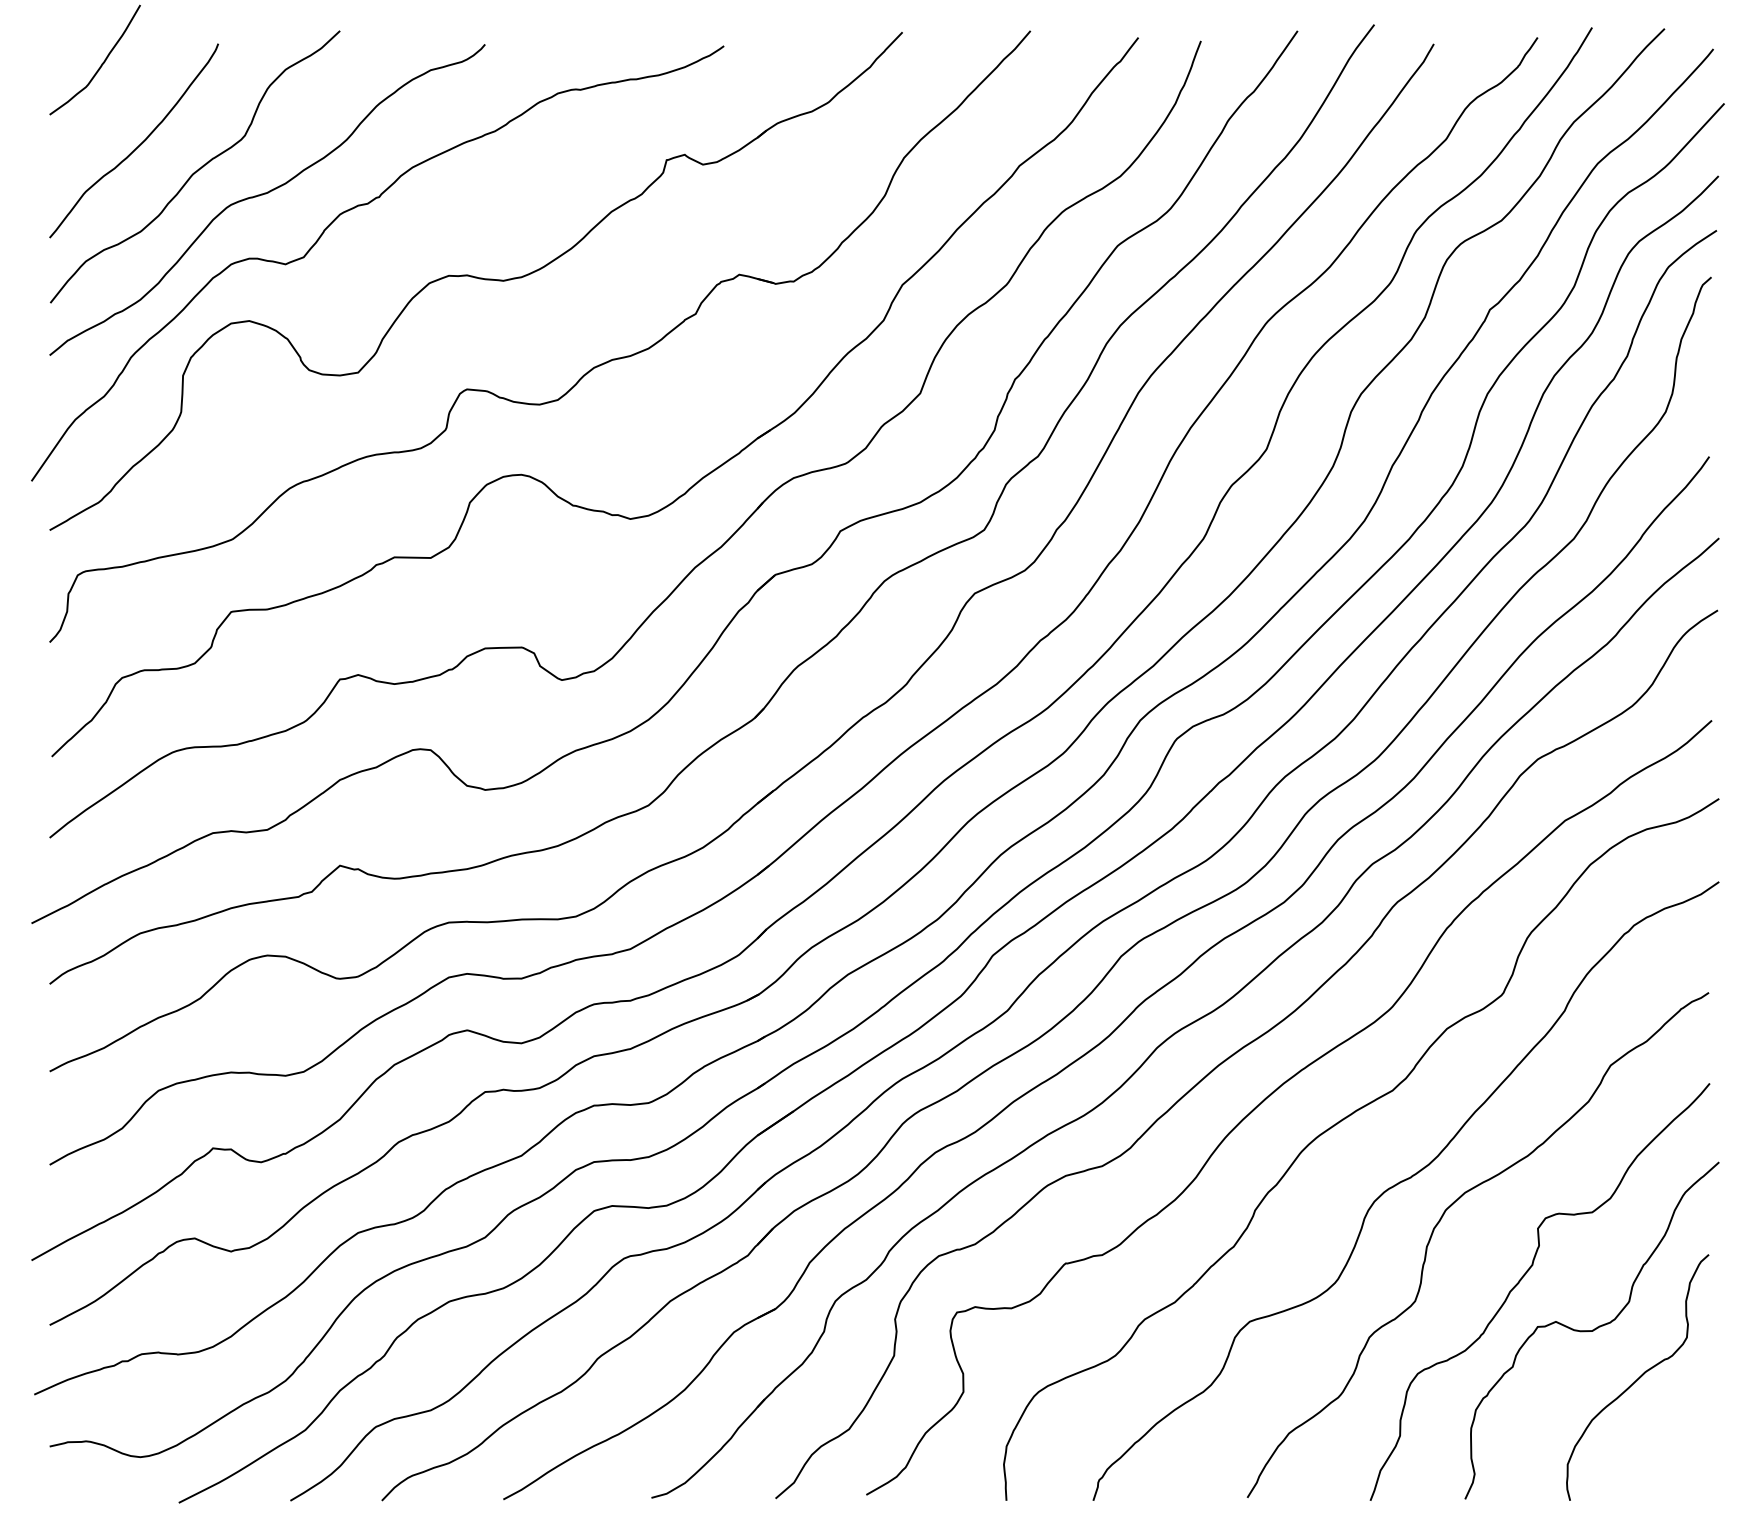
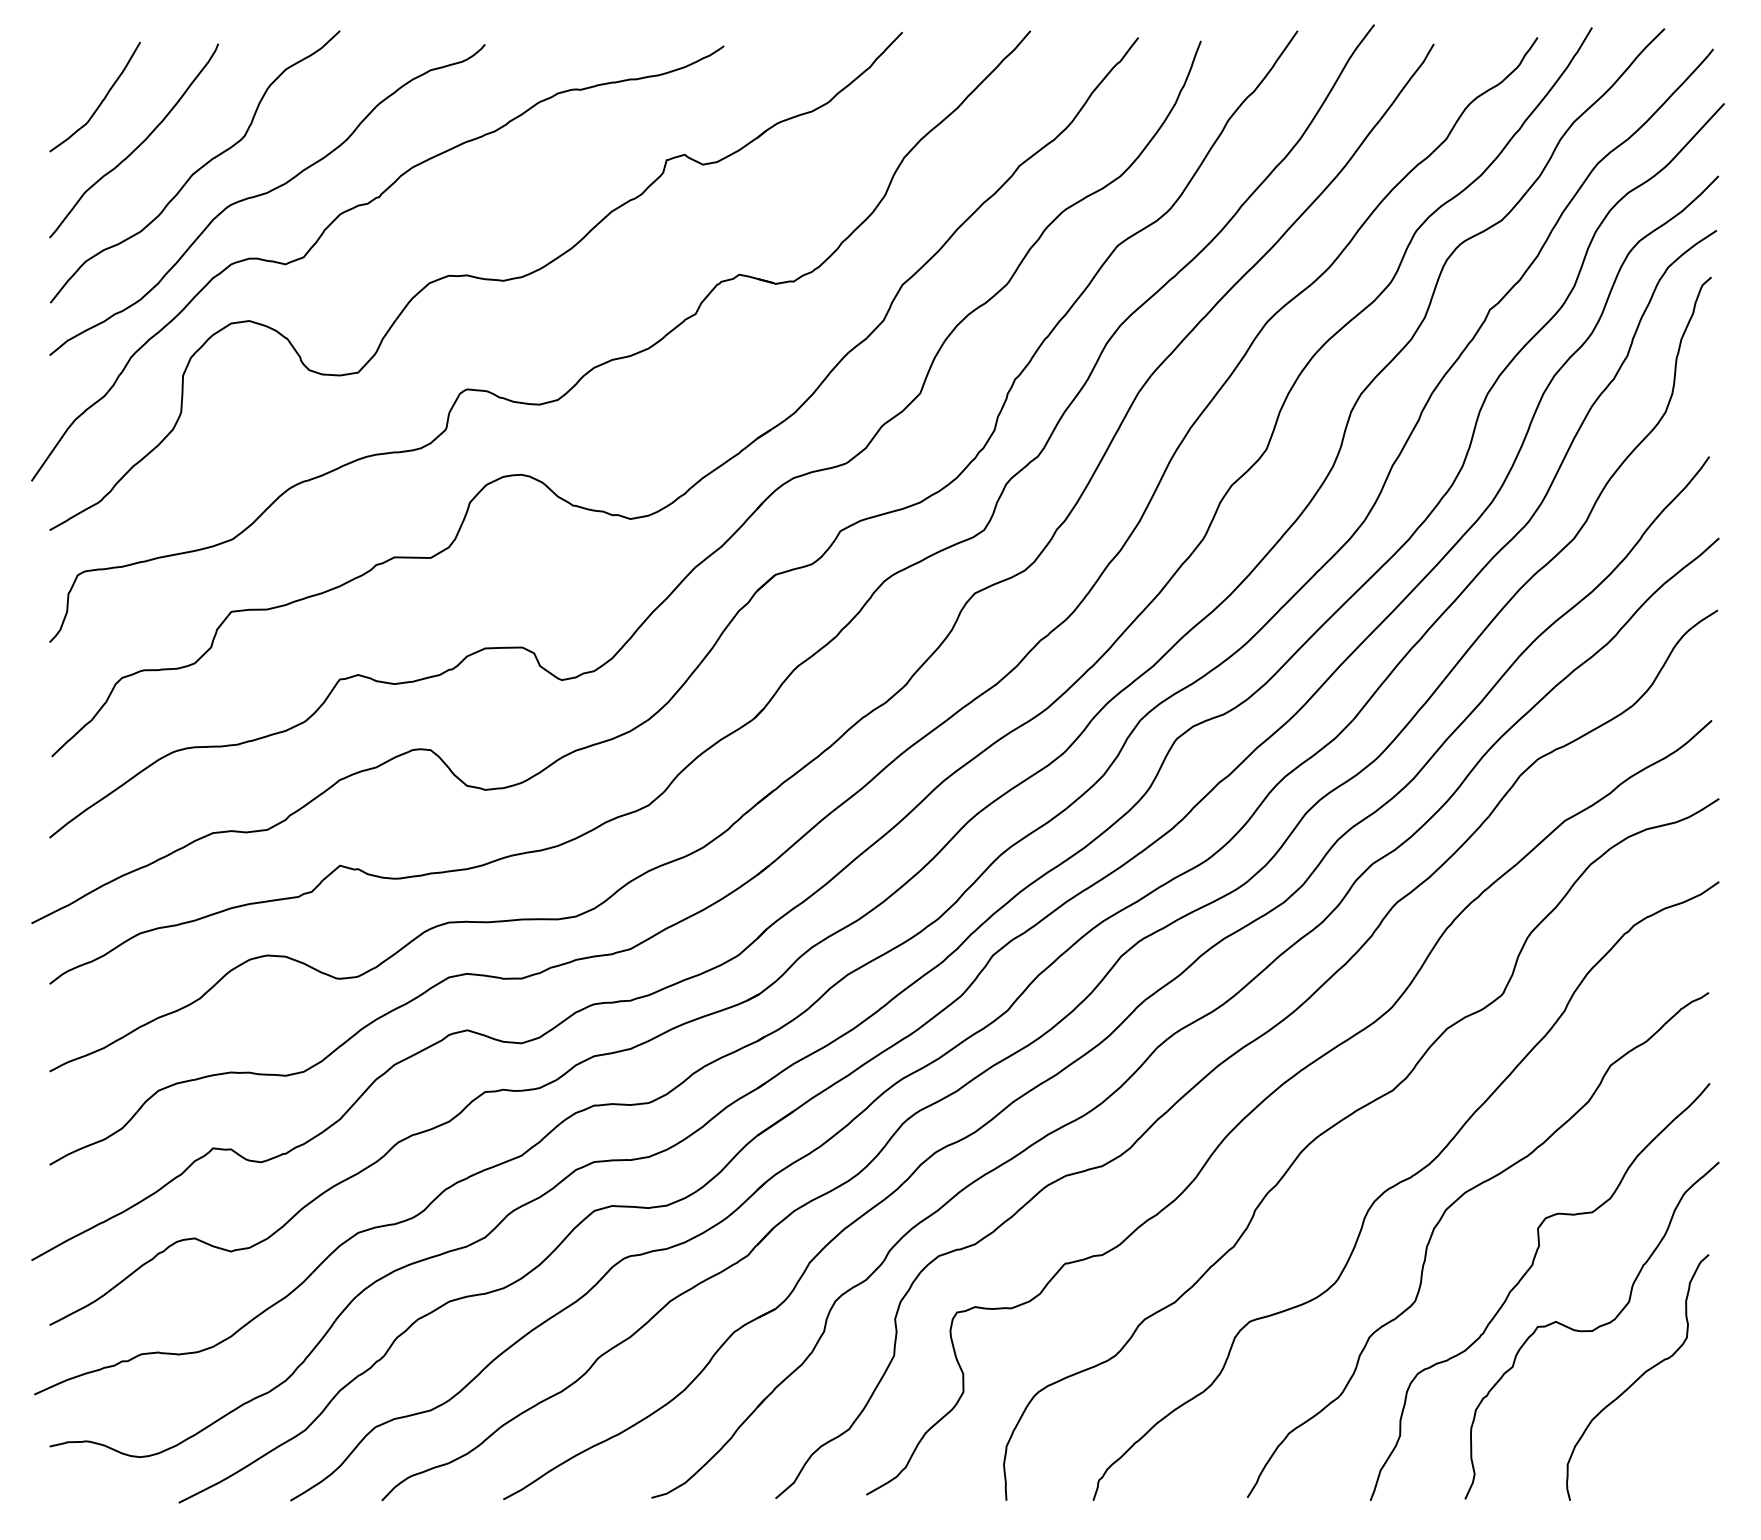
curve at (101, 63) position: (101, 63) -> (101, 100)
